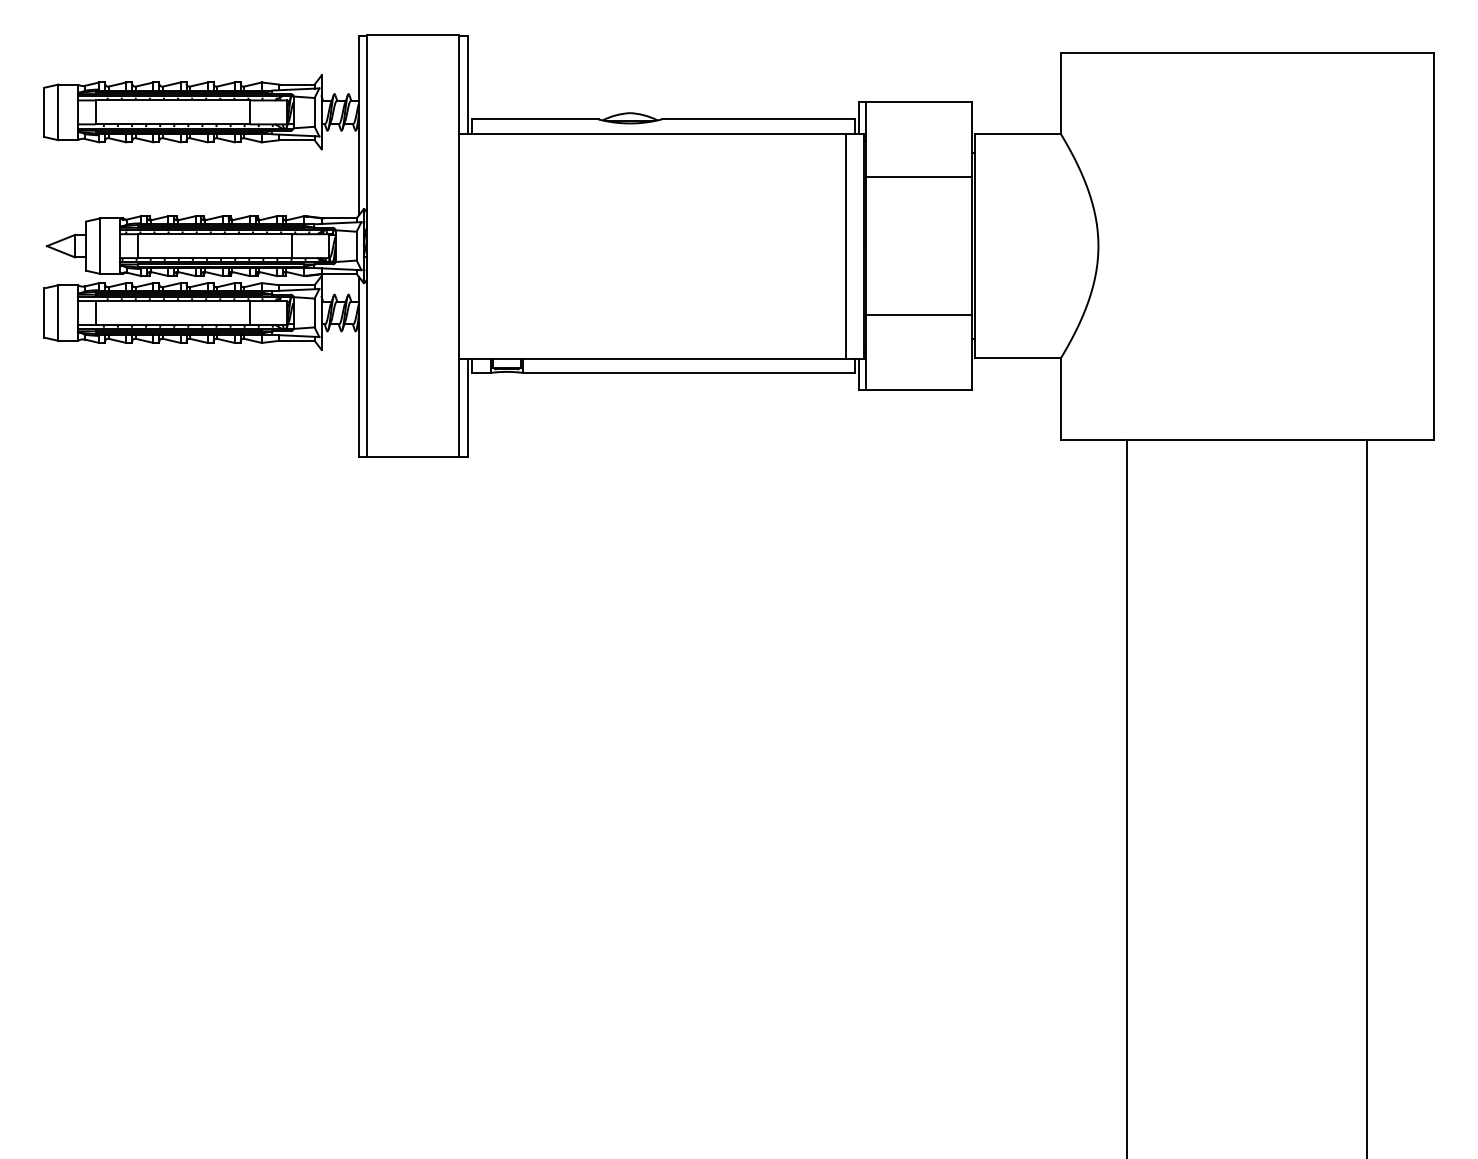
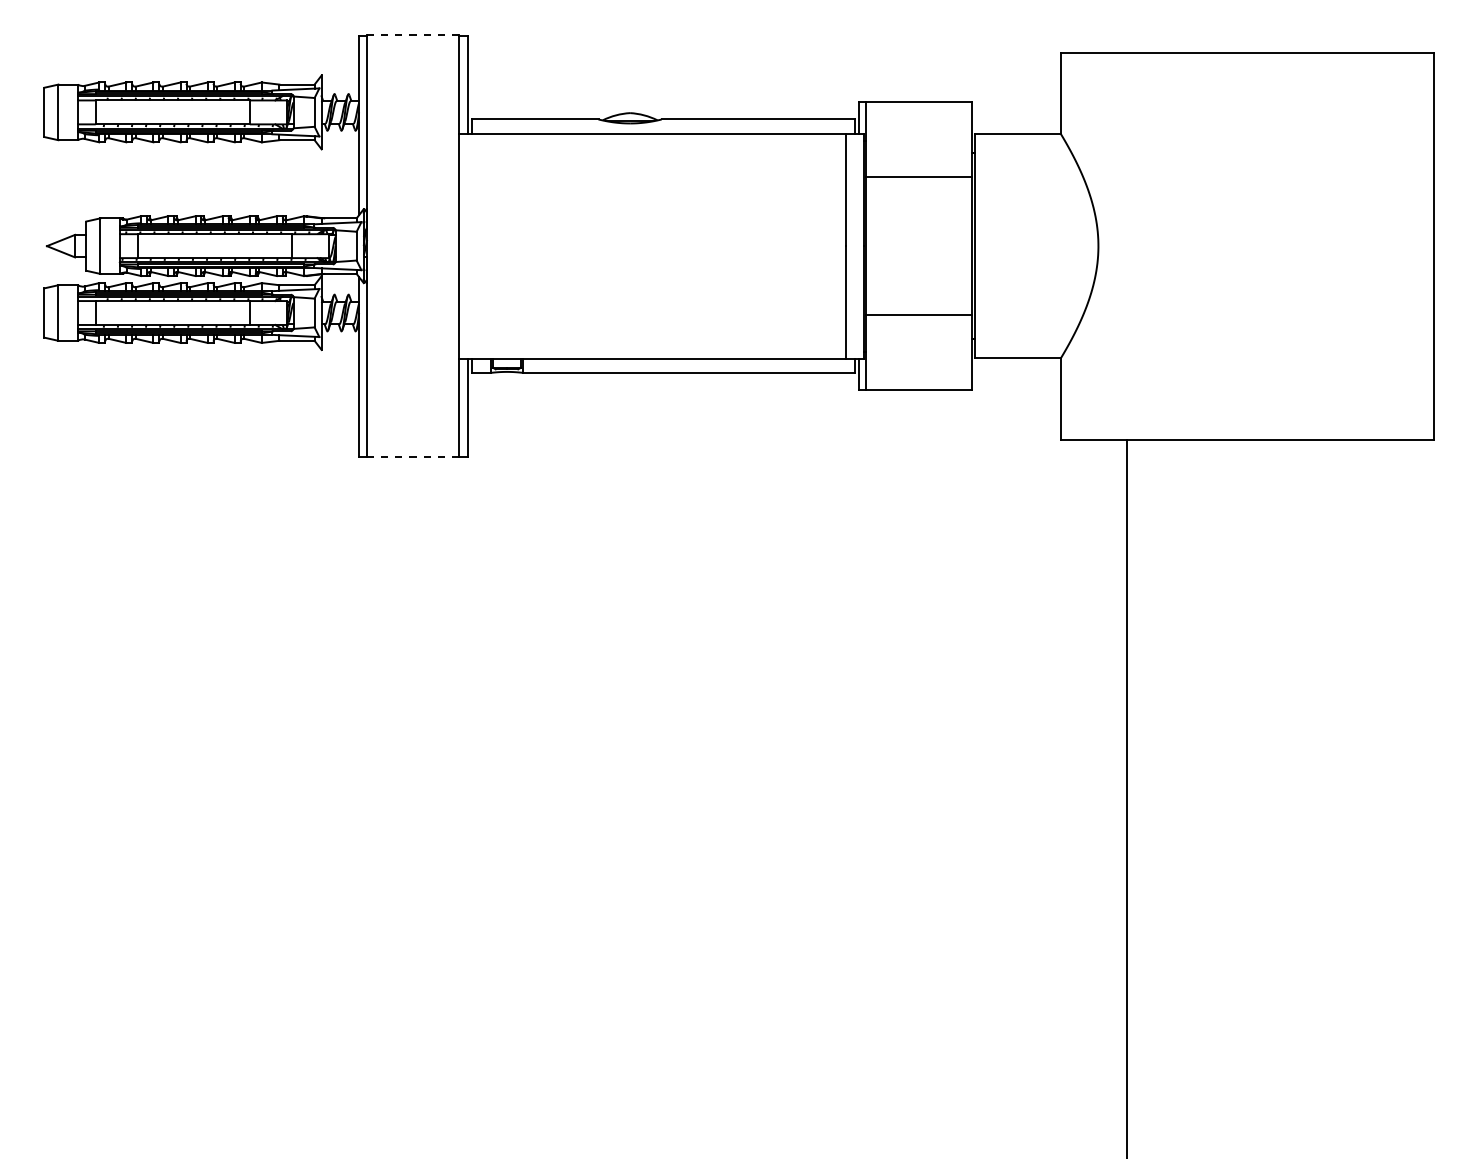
line at (413, 34): solid -> dashed
line at (413, 457): solid -> dashed
line at (1366, 797): present -> none
